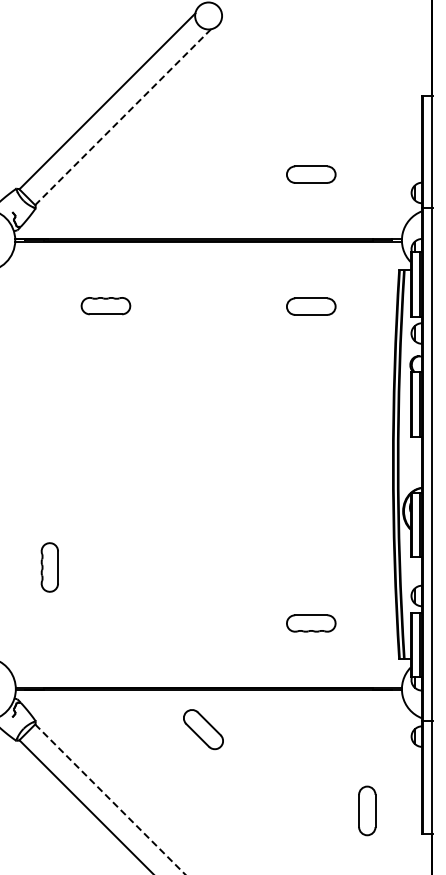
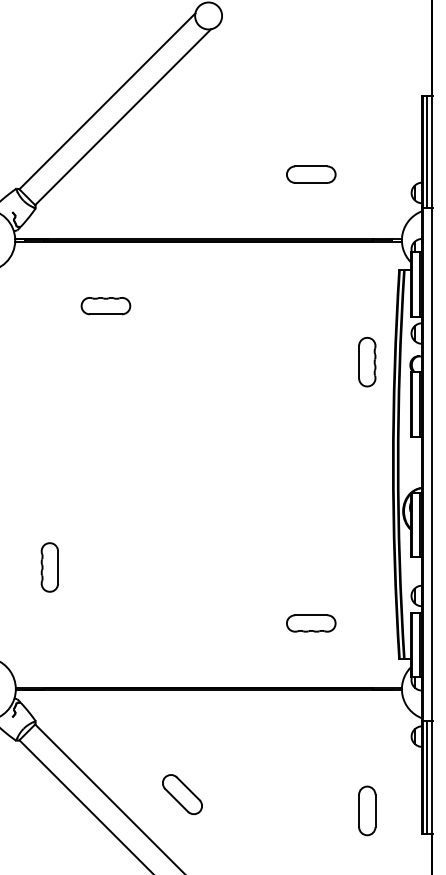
line at (122, 117): dashed -> solid
line at (427, 151): none -> present
part at (311, 306): present -> none
part at (367, 361): none -> present
part at (203, 729) position: (203, 729) -> (182, 794)
line at (427, 777): none -> present
line at (110, 800): dashed -> solid
